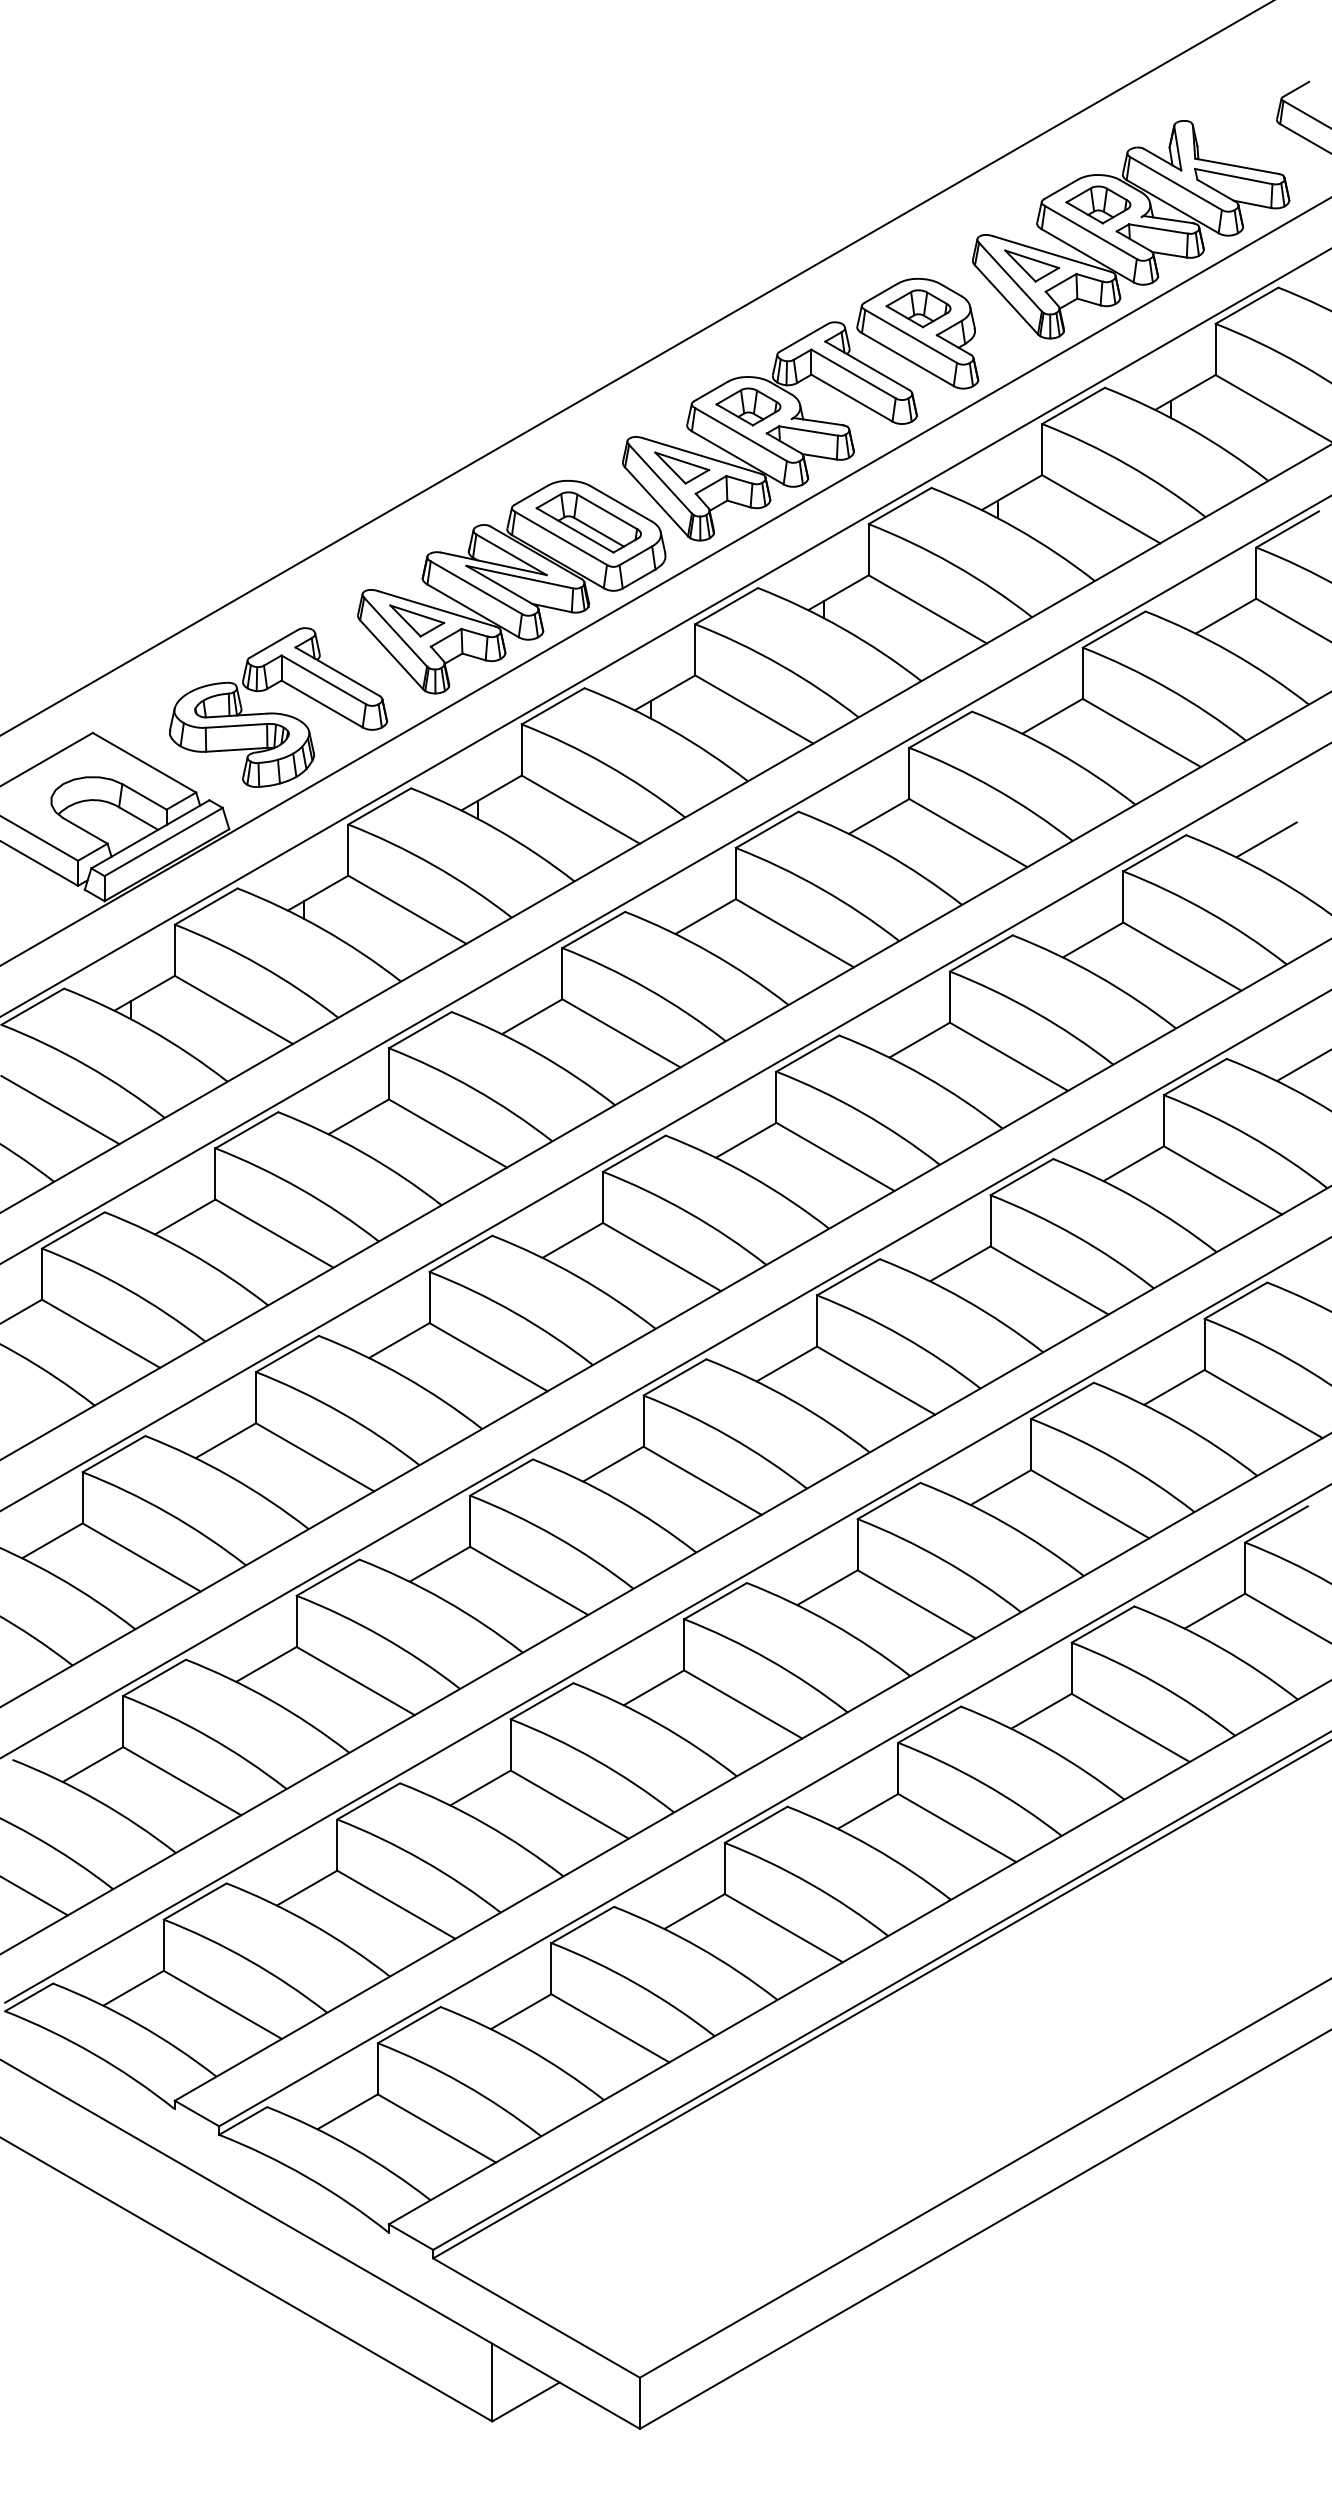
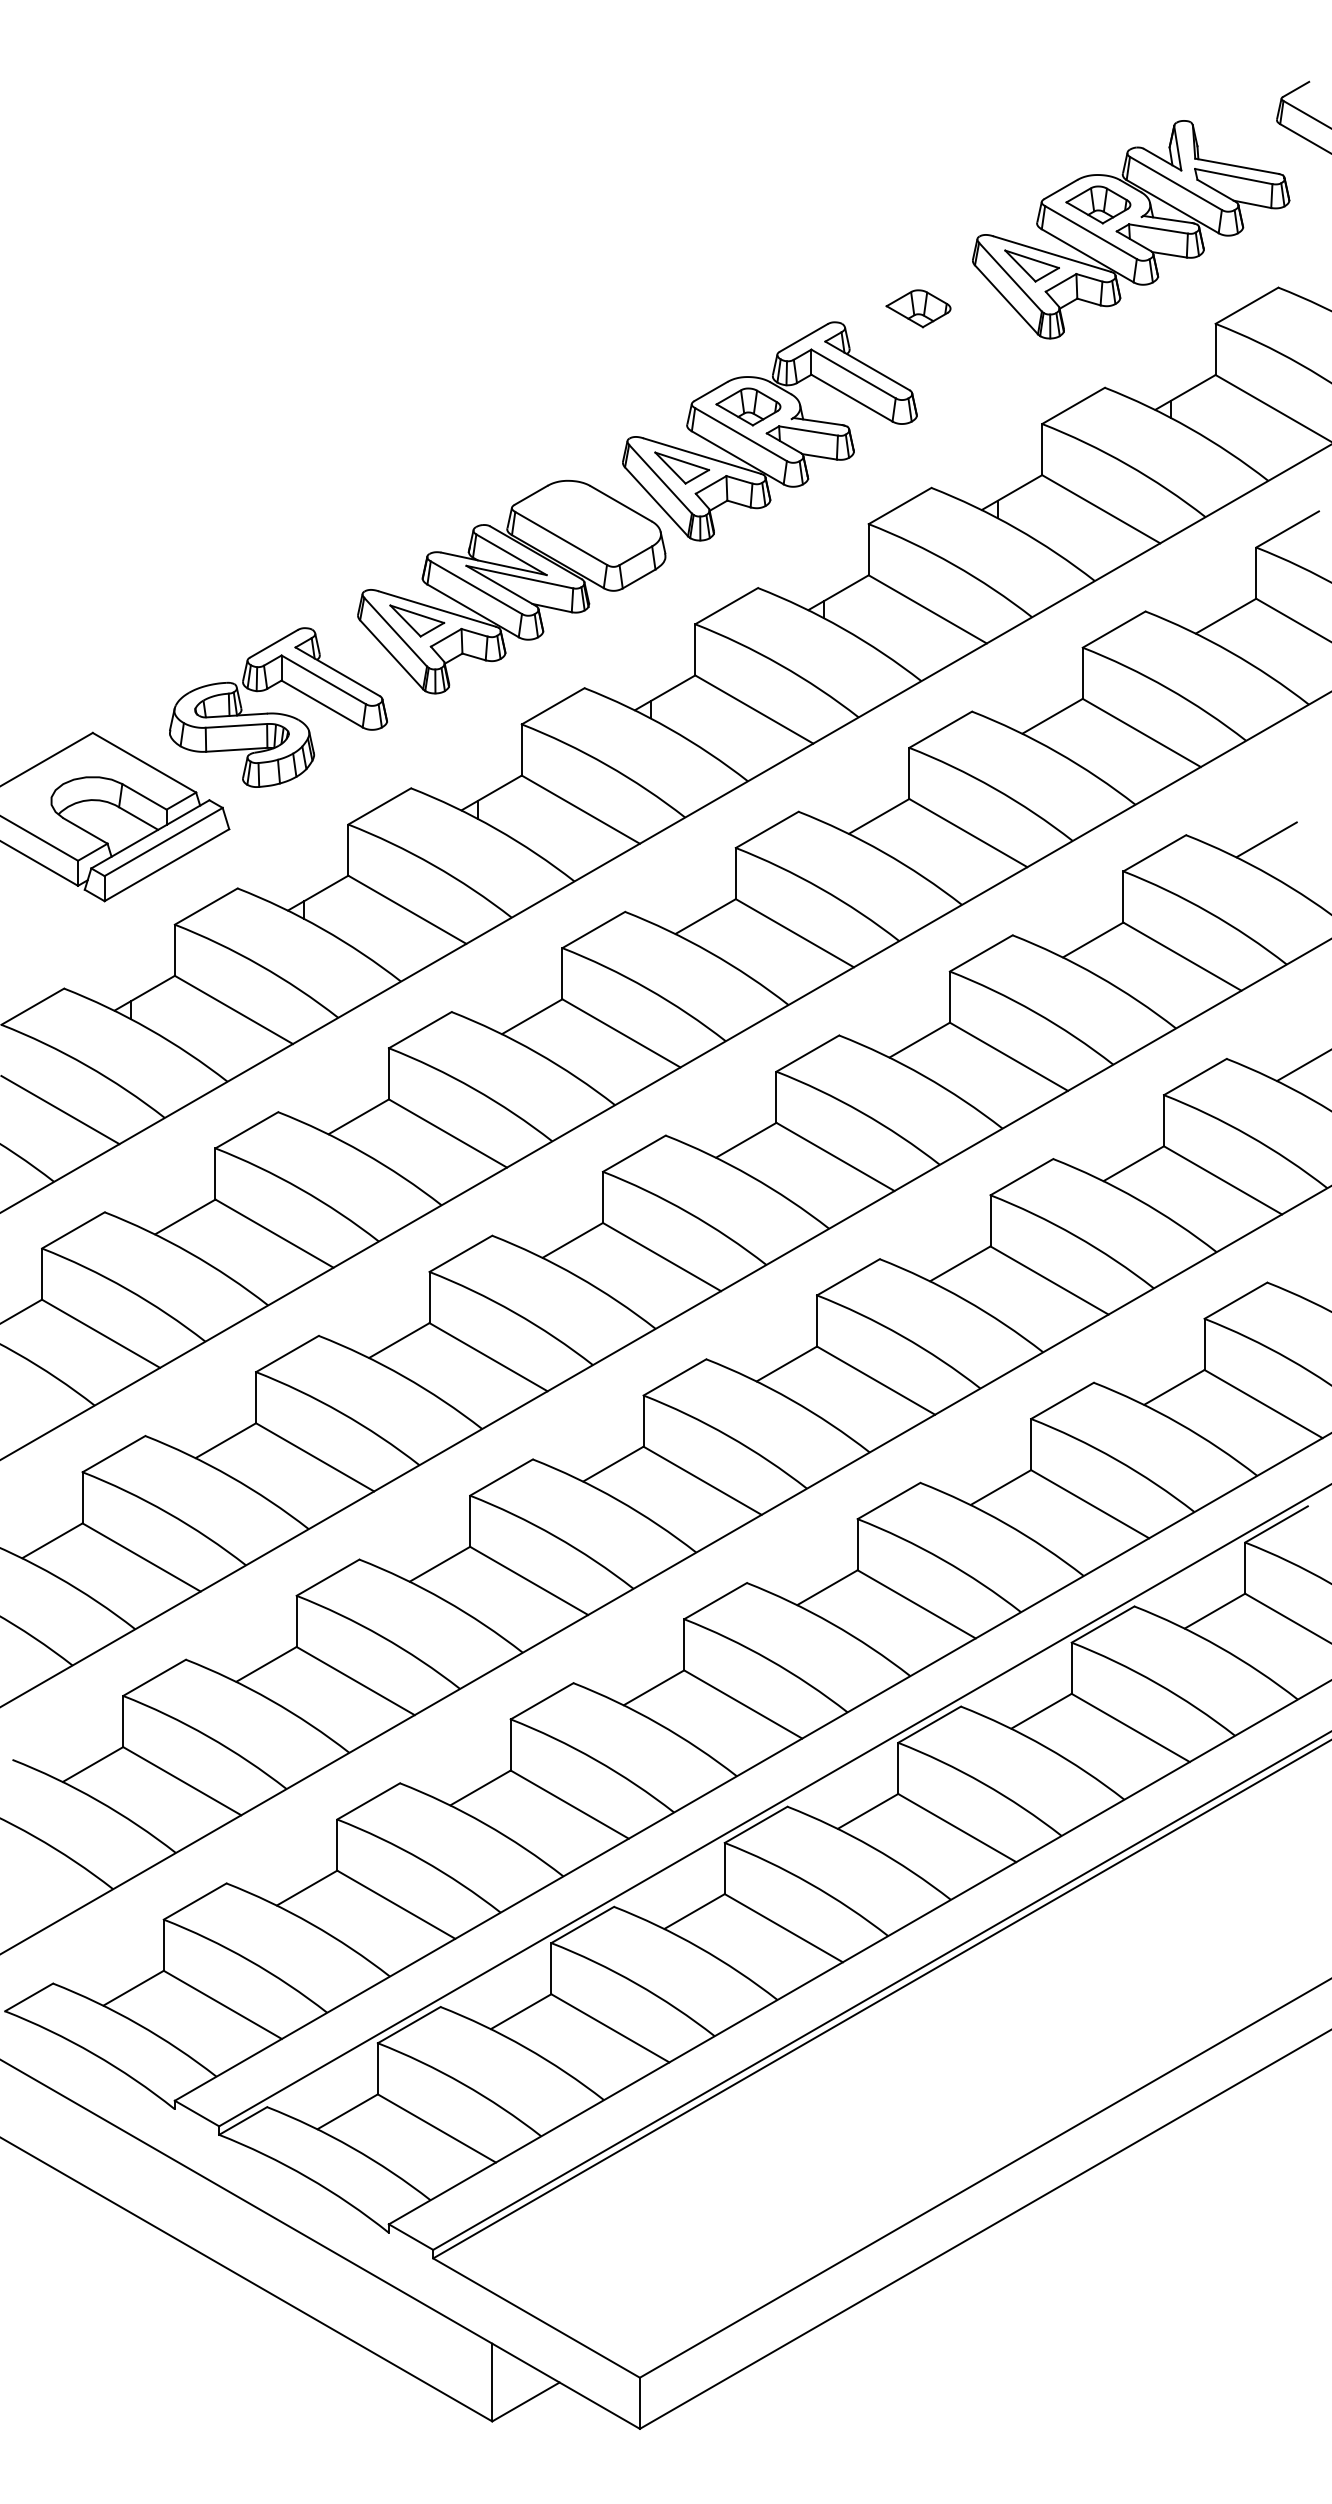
part at (917, 333): present -> none
line at (636, 368): present -> none
part at (588, 522): present -> none
line at (665, 581): present -> none
line at (665, 632): present -> none
line at (665, 880): present -> none
line at (665, 1127): present -> none
line at (665, 1374): present -> none
line at (666, 1620): present -> none
line at (34, 1896): present -> none
